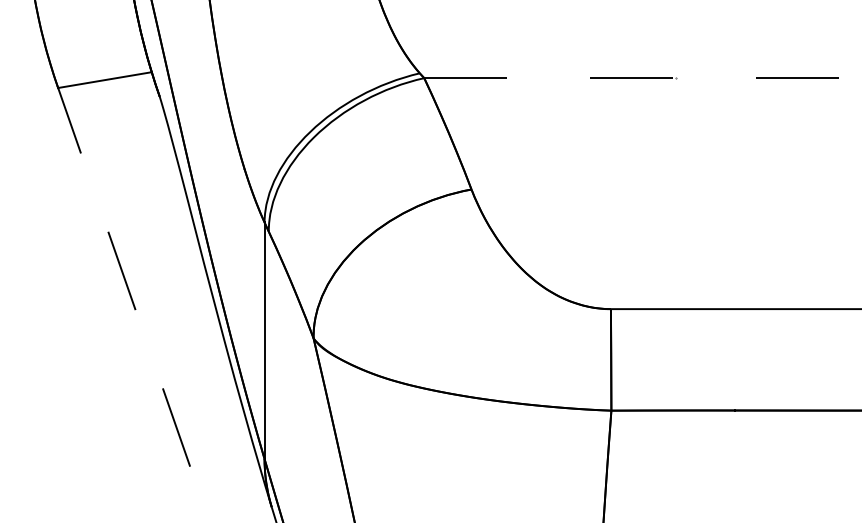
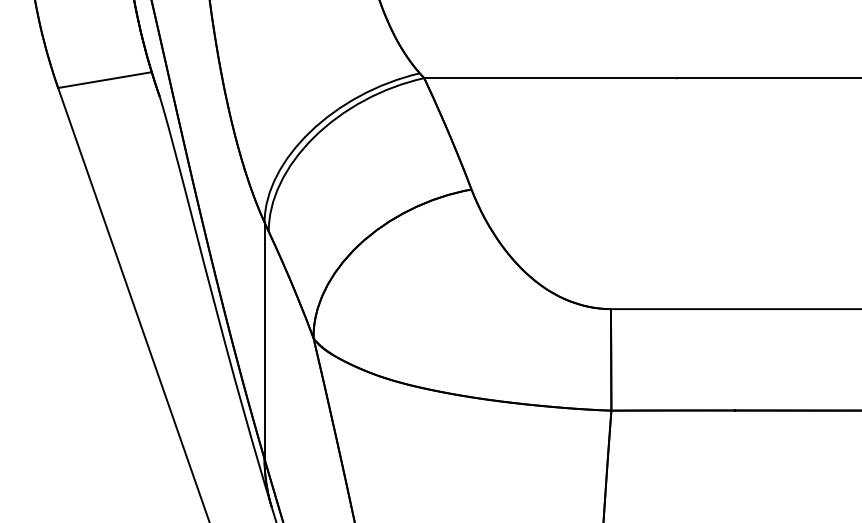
line at (643, 78): dashed -> solid
line at (133, 305): dashed -> solid
